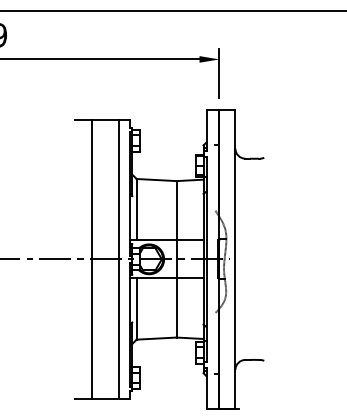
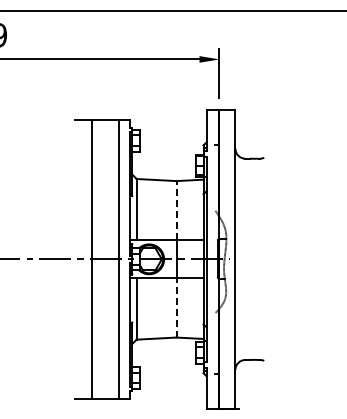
line at (176, 210): solid -> dashed
line at (176, 307): solid -> dashed
